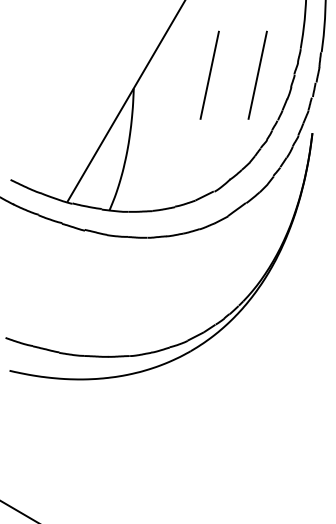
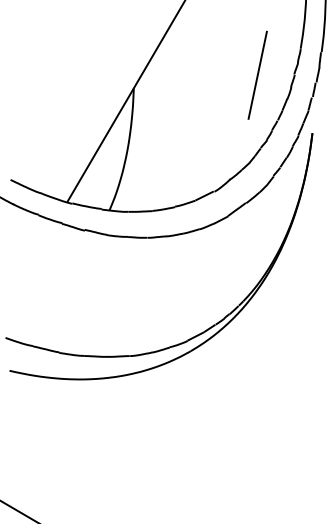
line at (209, 74): present -> none
